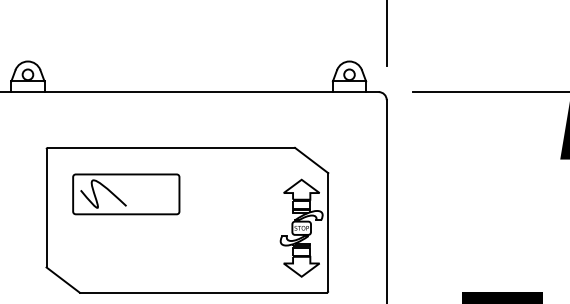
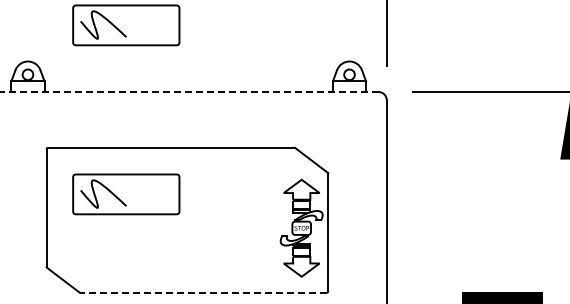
part at (126, 25): none -> present
line at (189, 92): solid -> dashed
line at (203, 292): solid -> dashed
